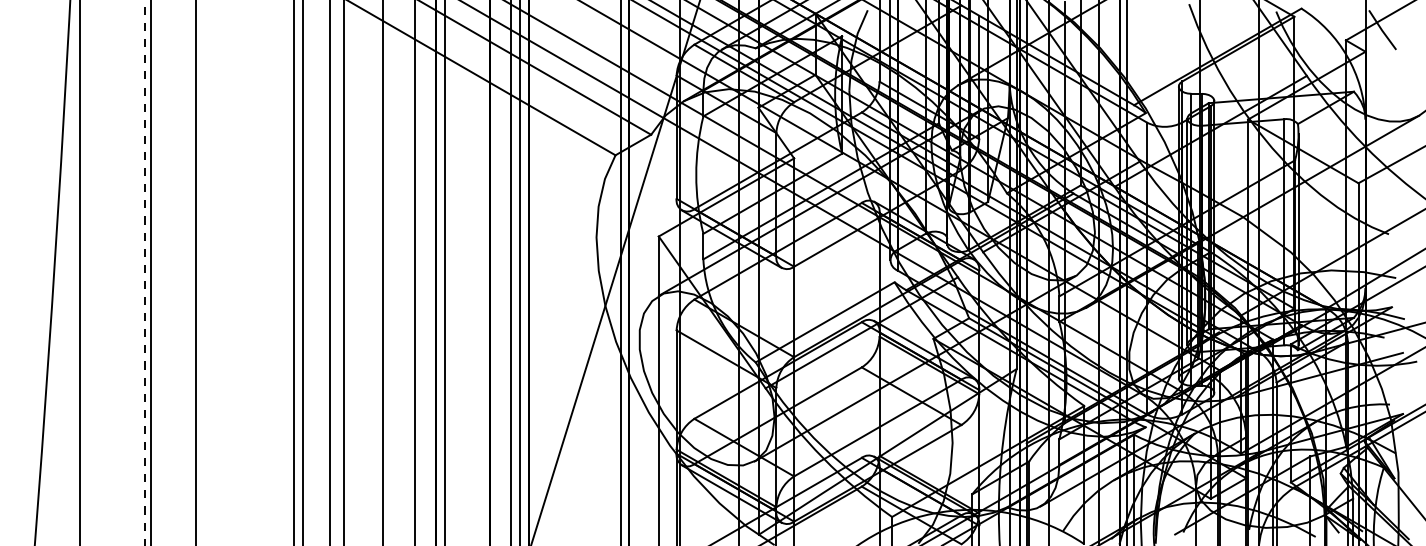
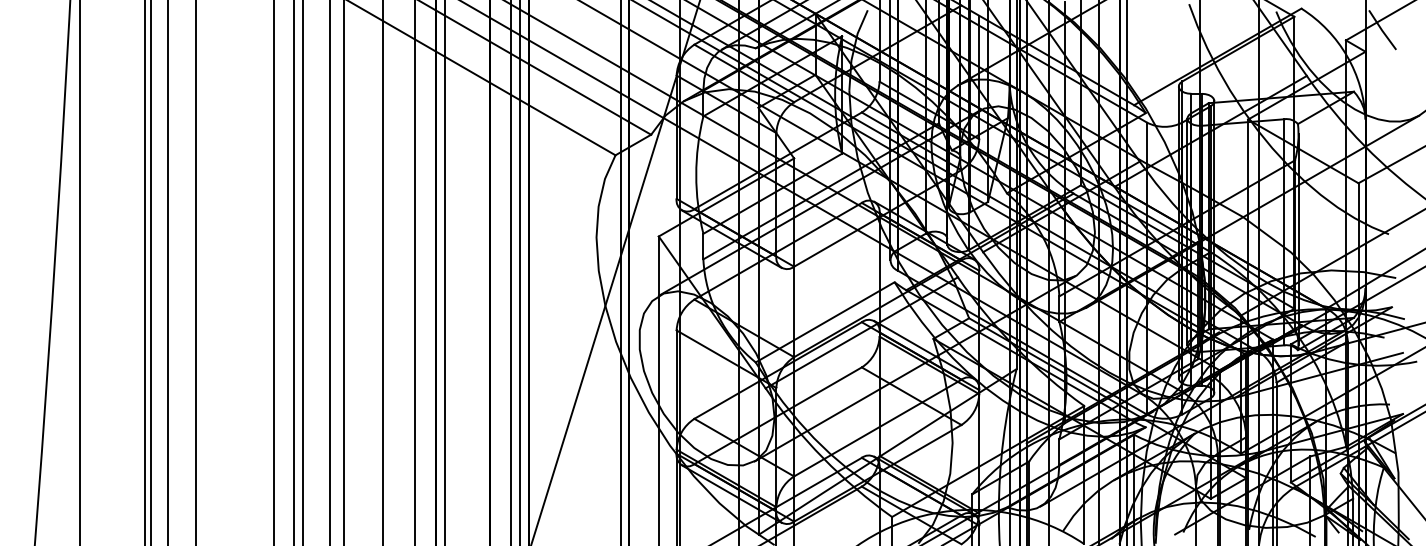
line at (145, 272): dashed -> solid
line at (167, 272): none -> present
line at (274, 272): none -> present
